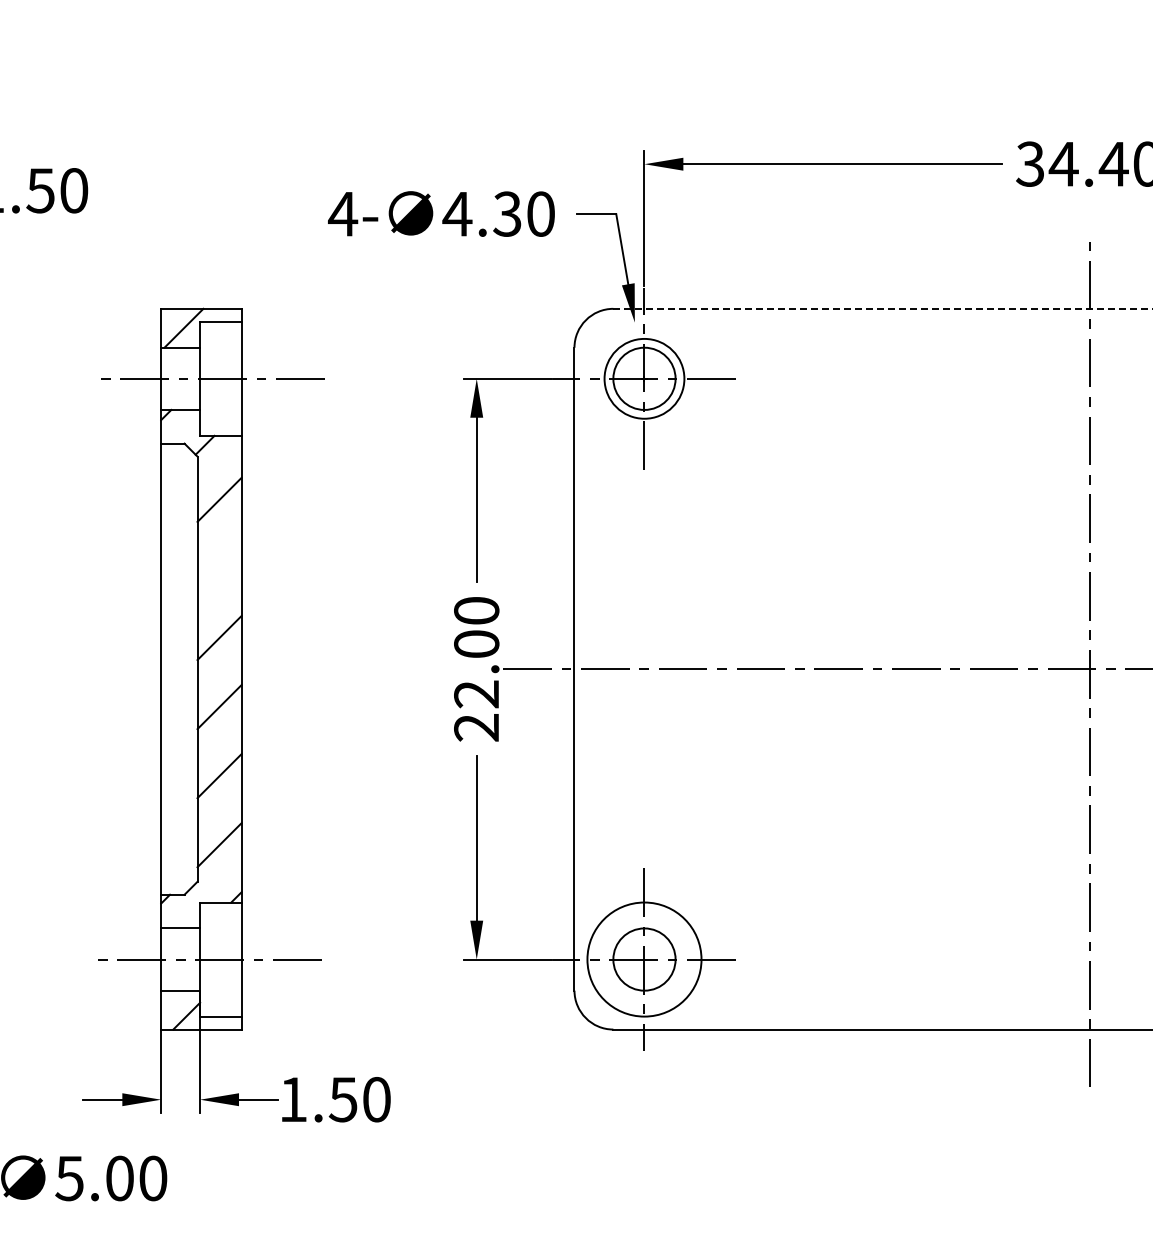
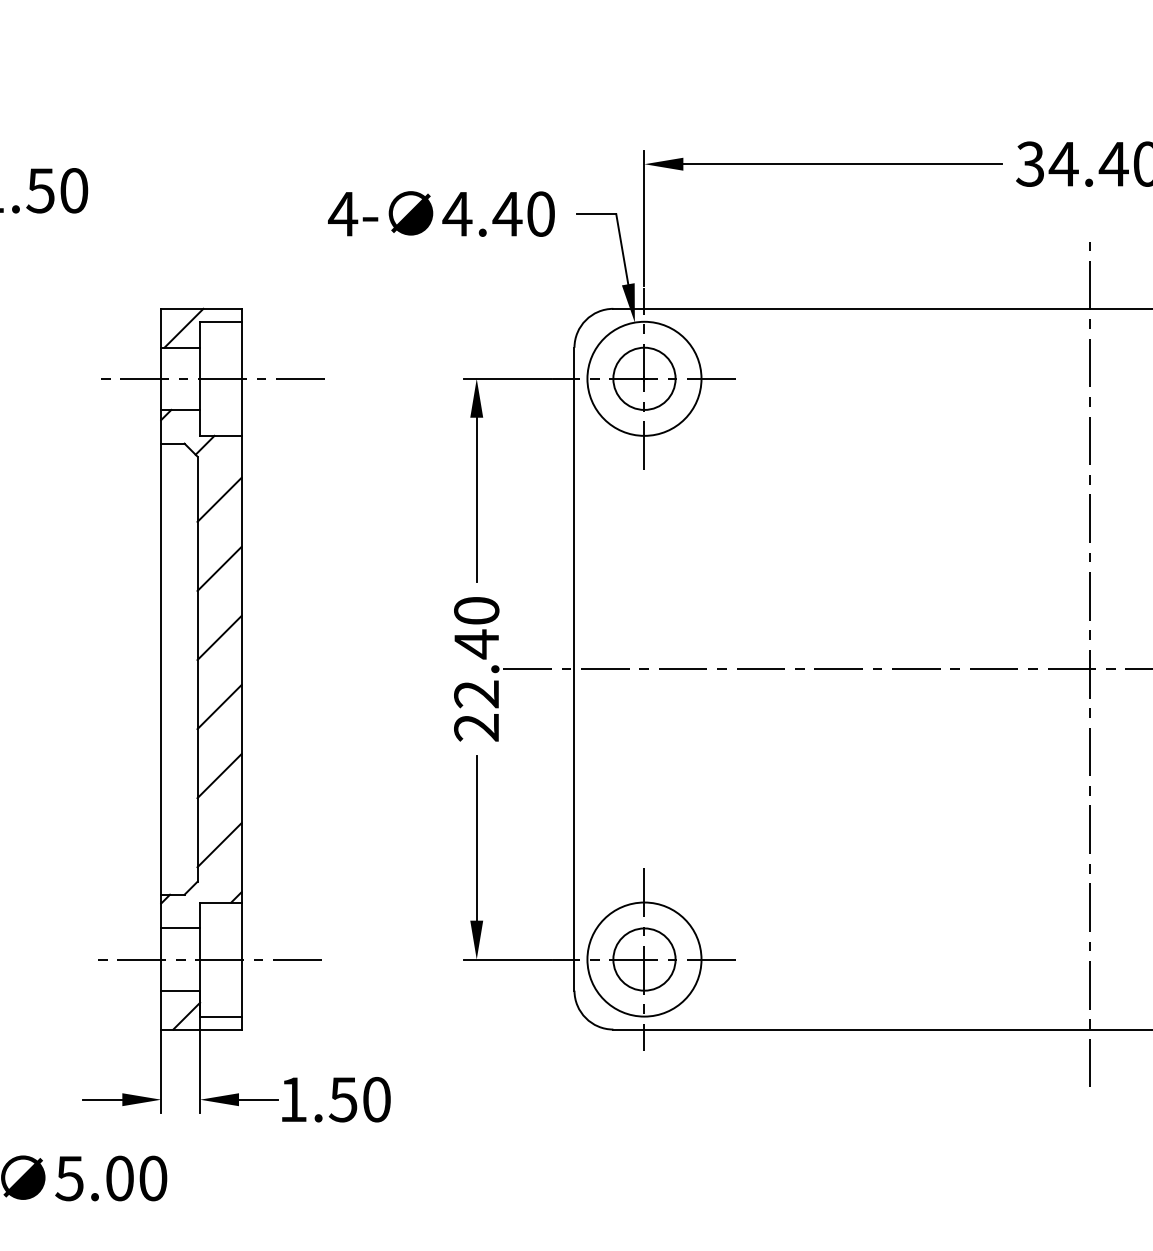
text at (507, 213): 4.30 -> 4.40
line at (883, 308): dashed -> solid
circle at (644, 378) diameter: 80 px -> 114 px
line at (219, 568): none -> present
text at (476, 644): 22.00 -> 22.40
